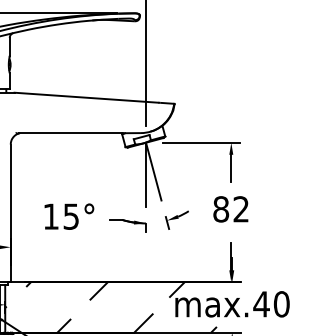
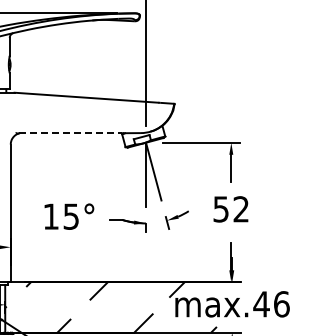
line at (70, 133): solid -> dashed
text at (221, 209): 82 -> 52
text at (281, 304): max.40 -> max.46
